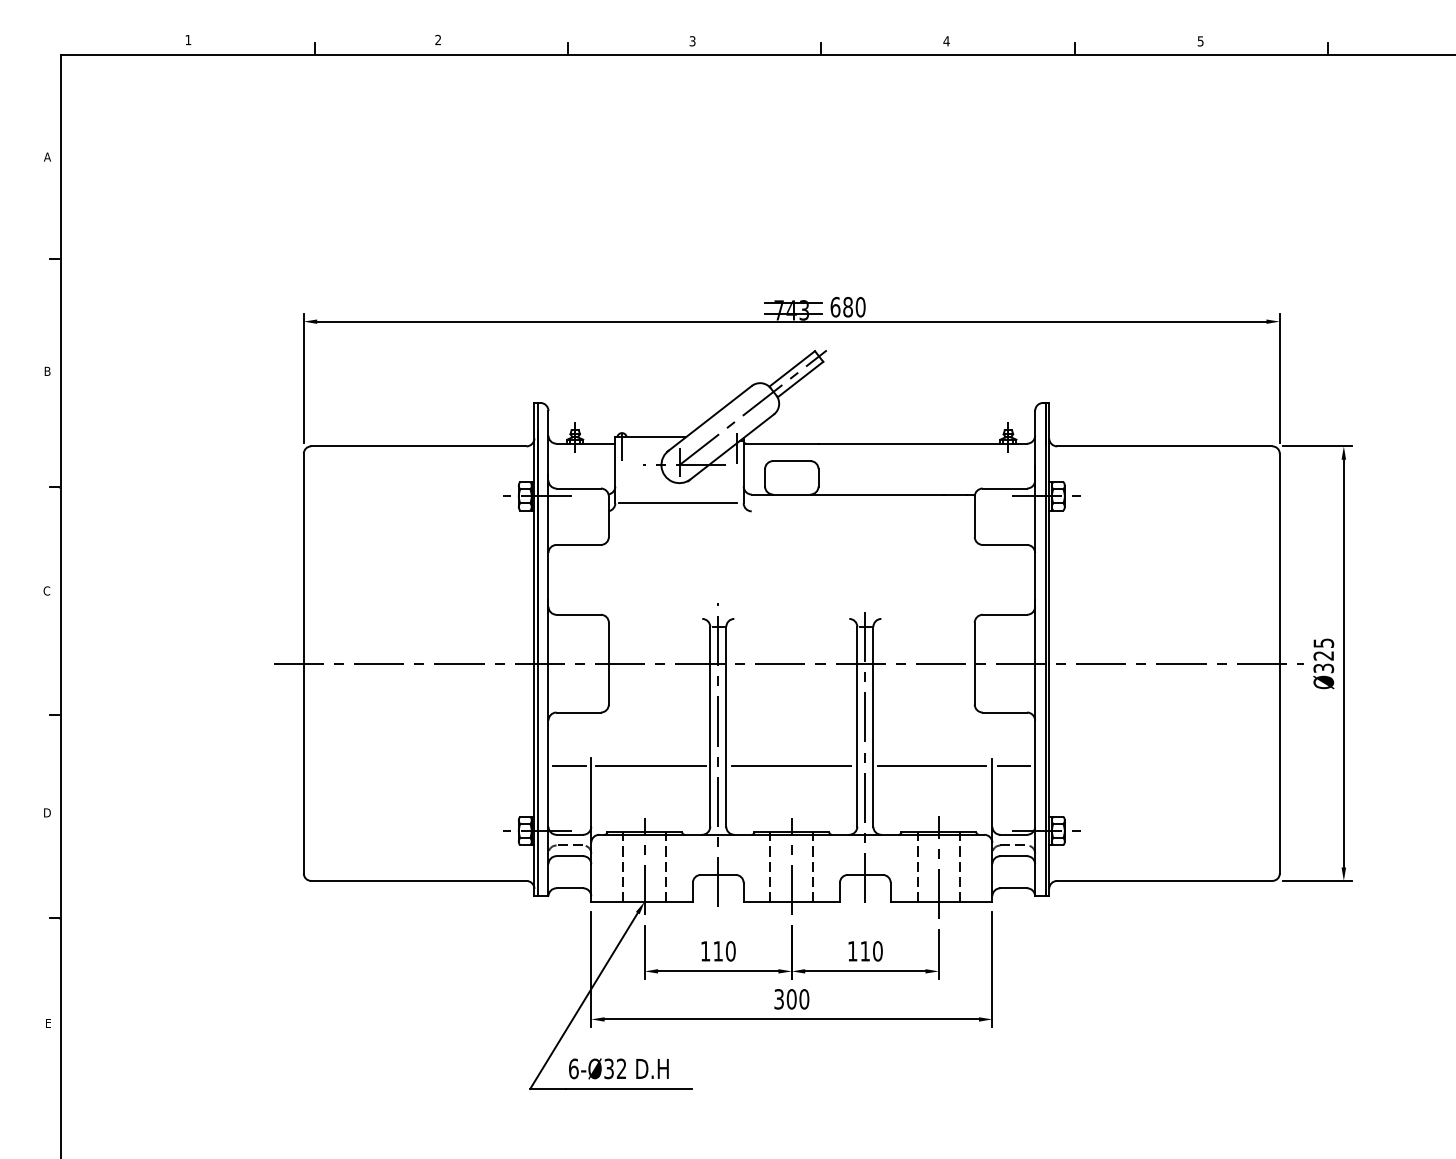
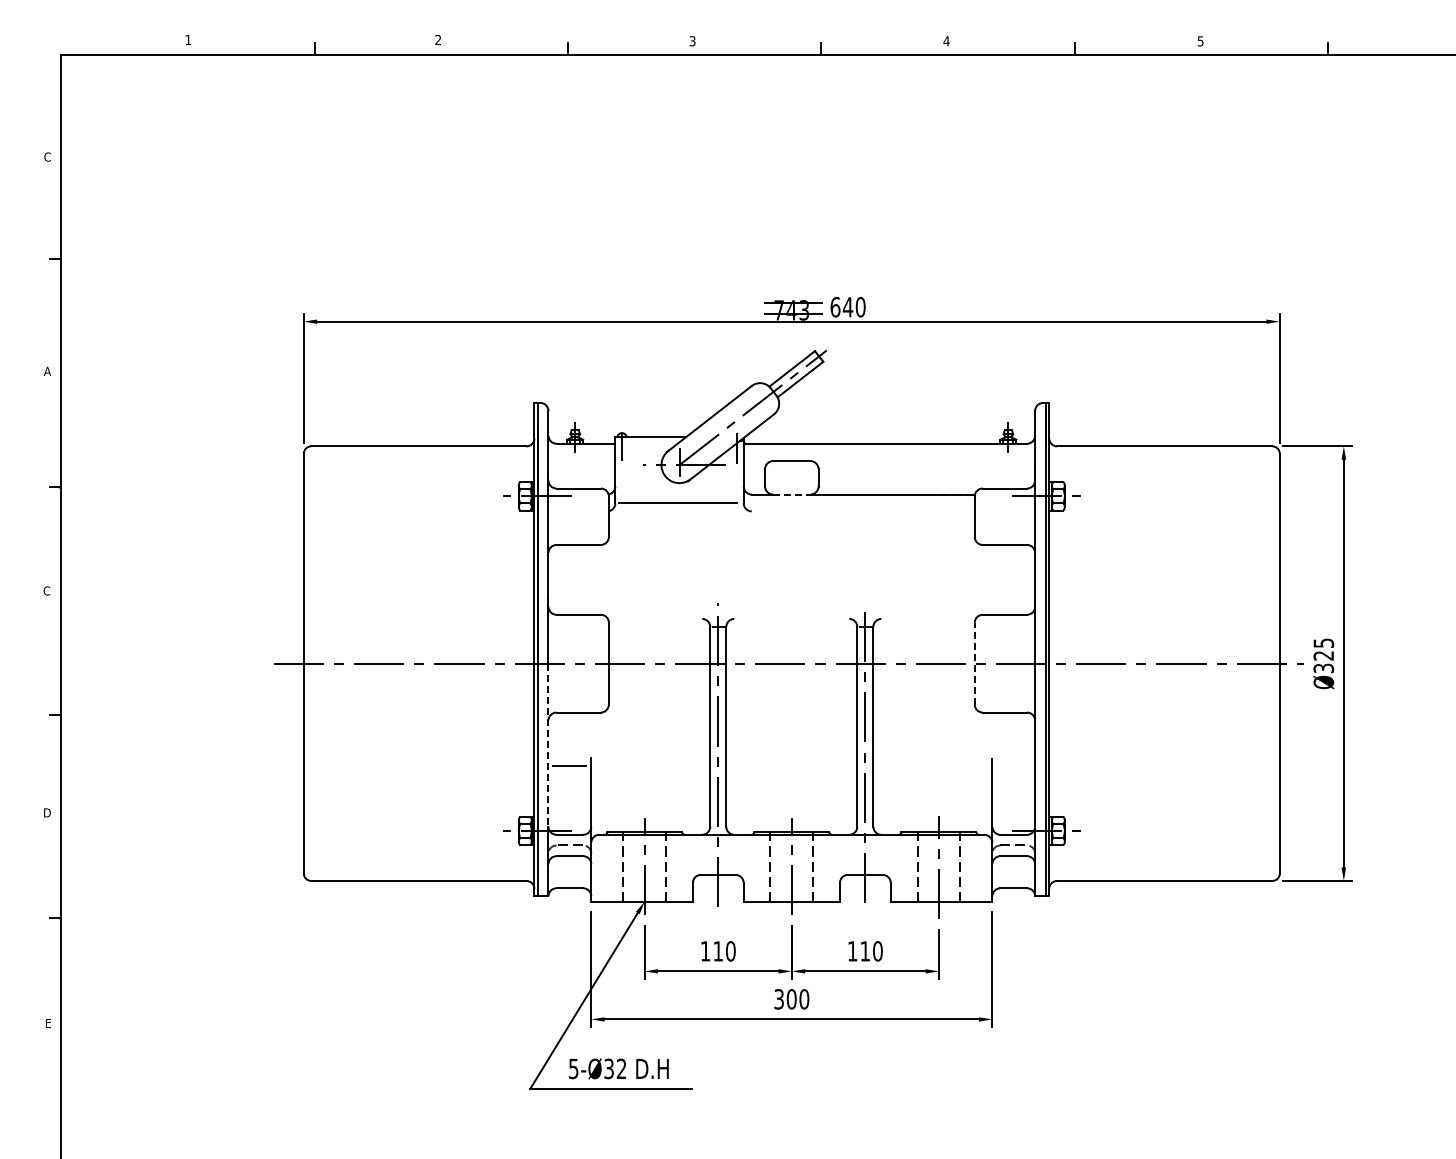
text at (47, 156): A -> C
text at (847, 306): 680 -> 640
text at (47, 370): B -> A
line at (791, 494): solid -> dashed
line at (974, 663): solid -> dashed
line at (548, 745): solid -> dashed
line at (650, 766): present -> none
line at (791, 766): present -> none
line at (931, 766): present -> none
line at (1013, 766): present -> none
text at (573, 1068): 6-Ø32 -> 5-Ø32
